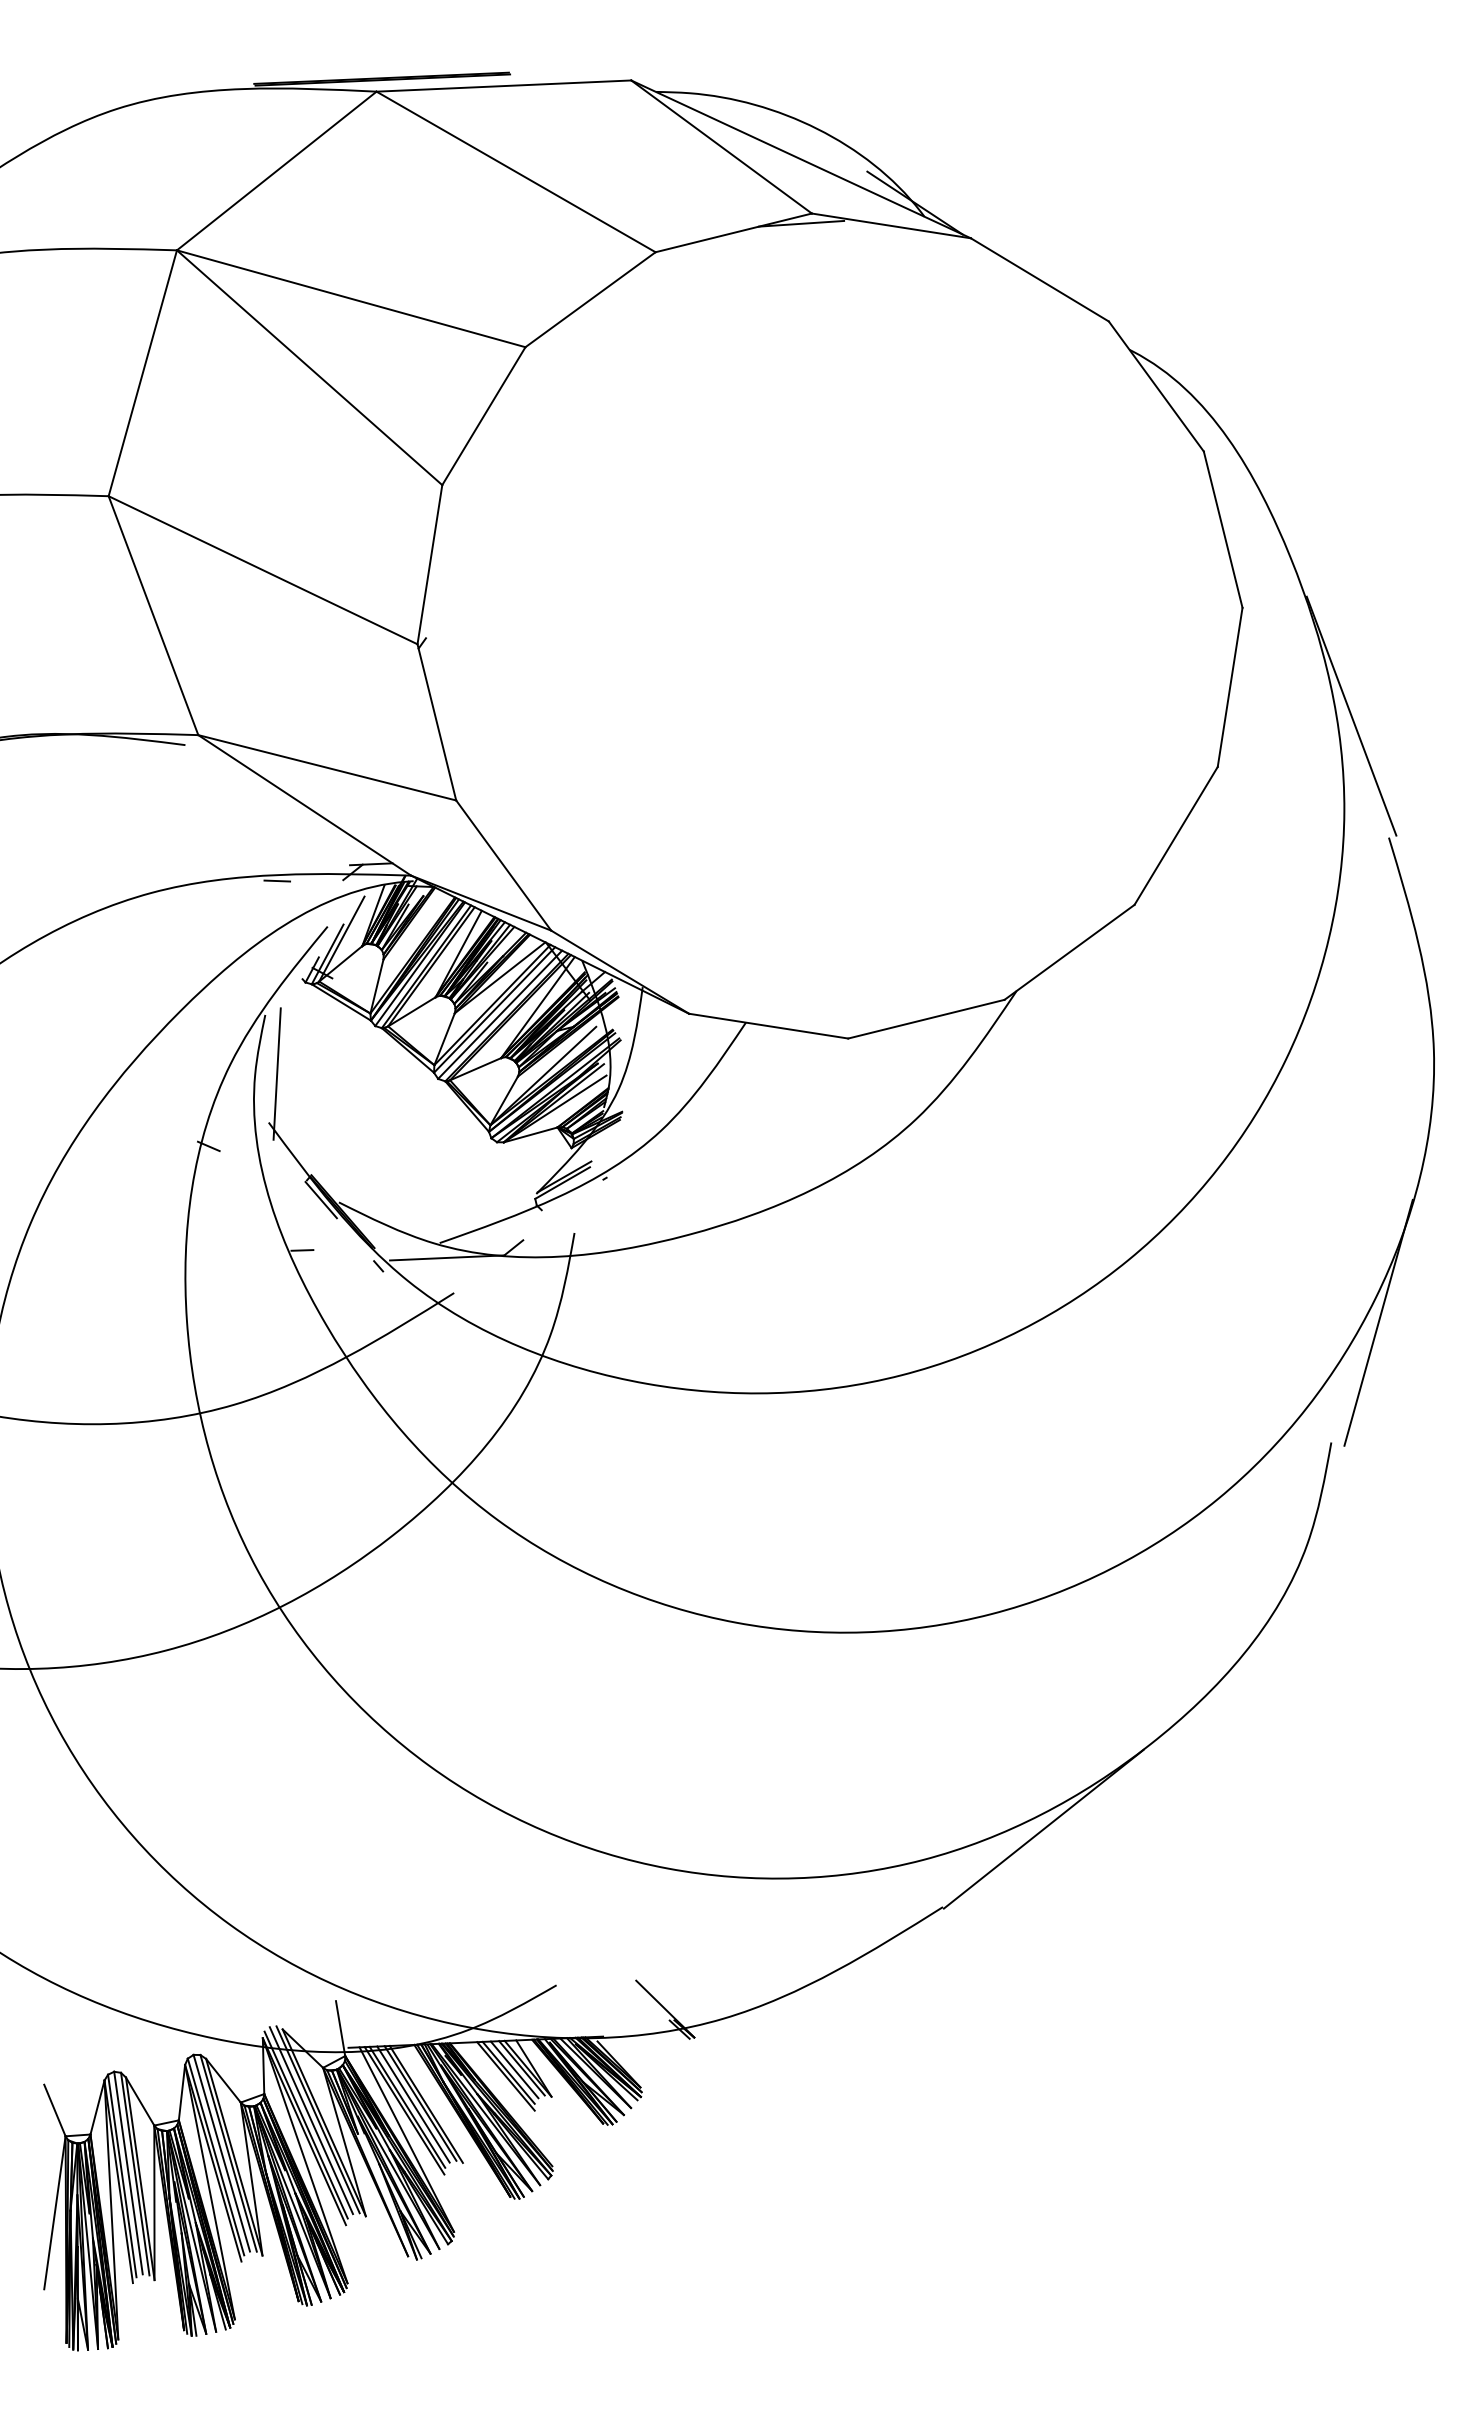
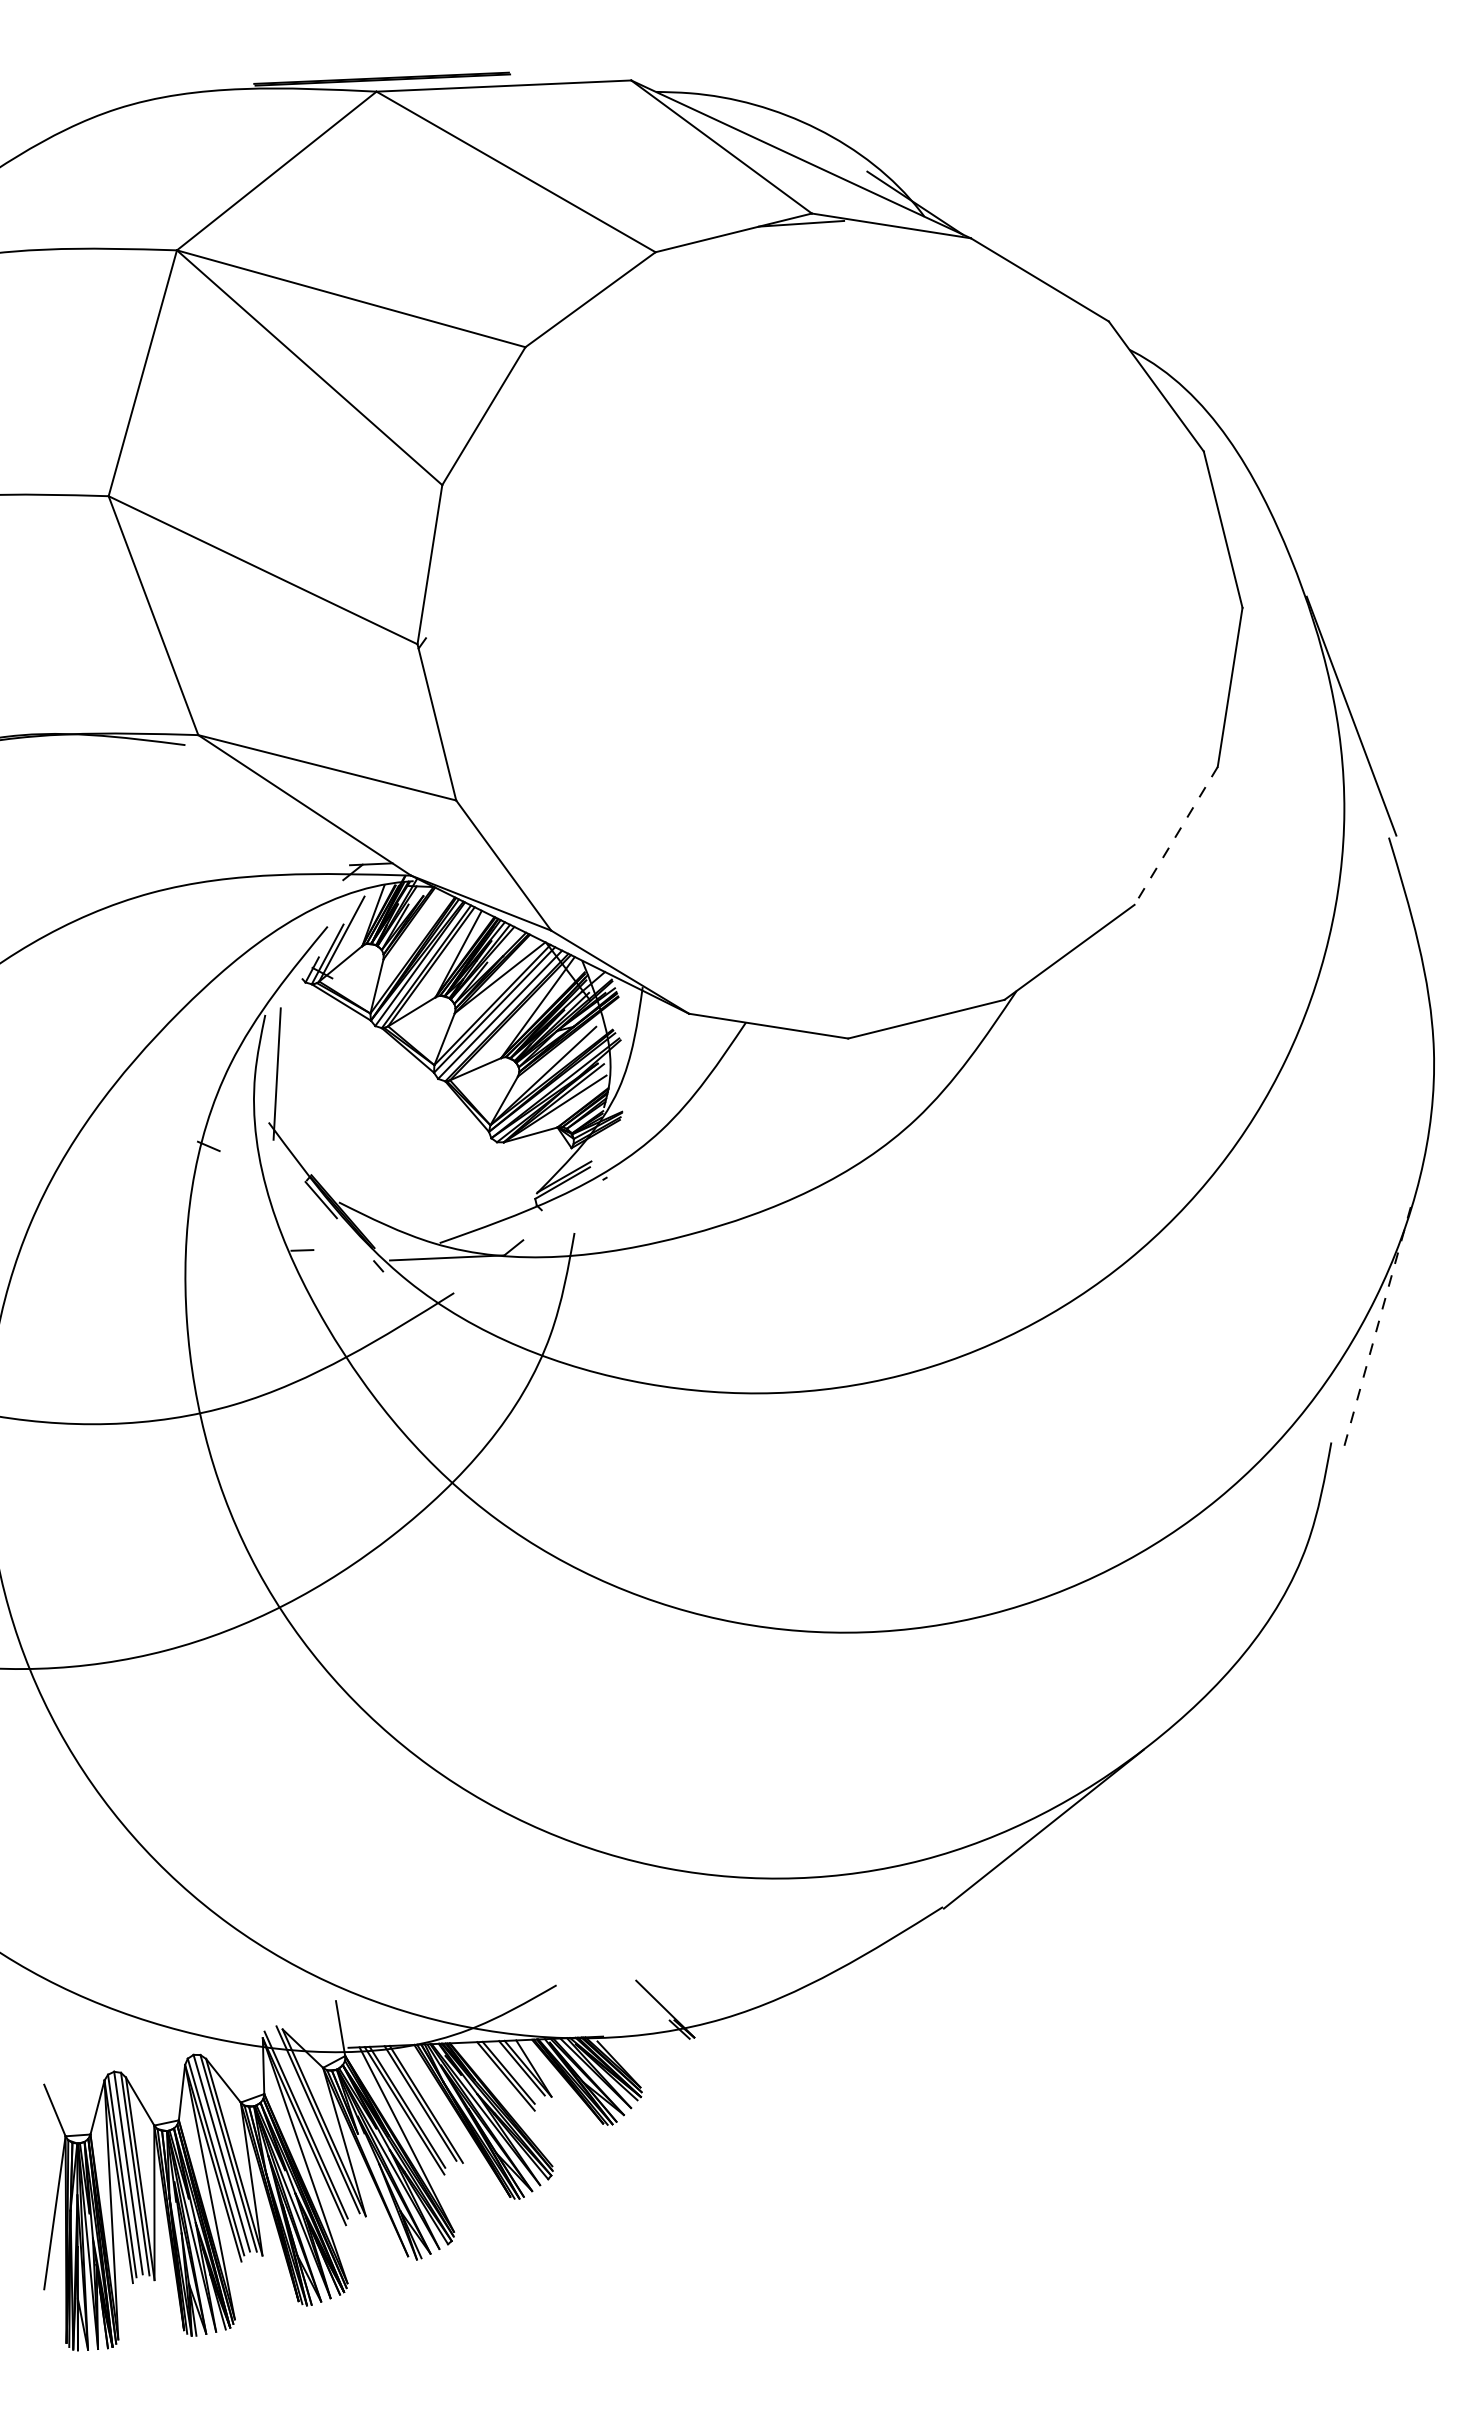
line at (1176, 835): solid -> dashed
line at (277, 880): present -> none
line at (1378, 1322): solid -> dashed
line at (514, 2069): present -> none
line at (413, 2104): present -> none
line at (310, 2120): present -> none
